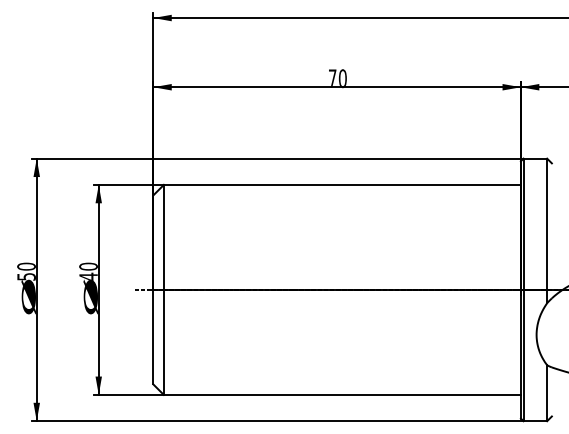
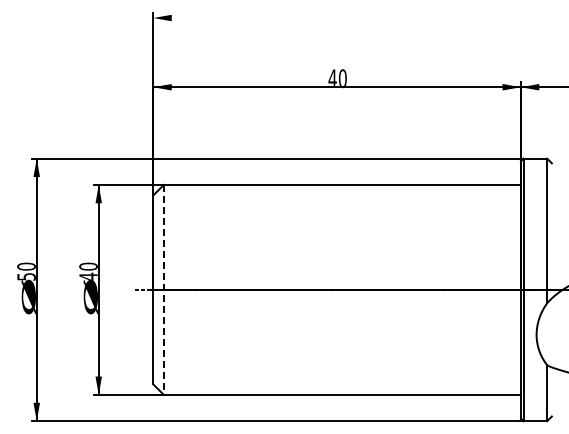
line at (359, 18): present -> none
text at (332, 77): 70 -> 40
line at (163, 290): solid -> dashed
